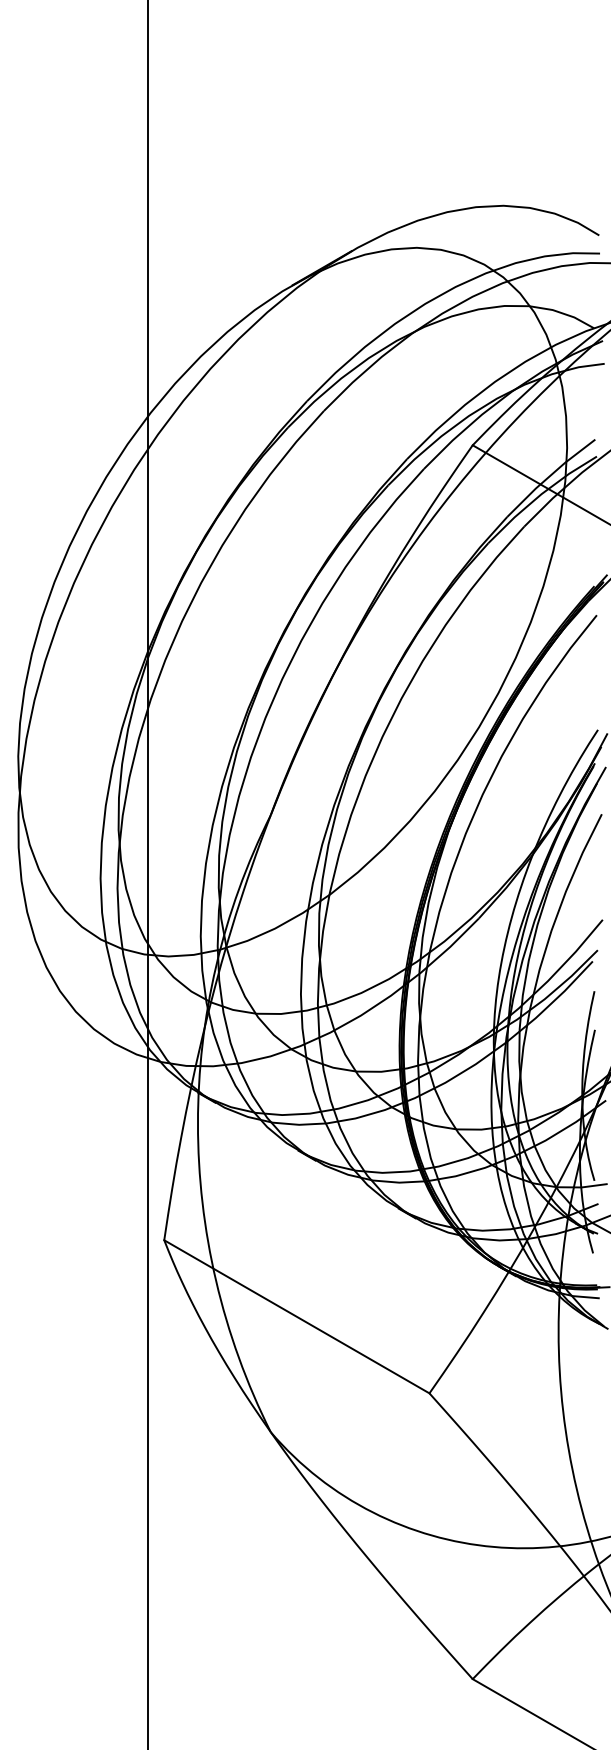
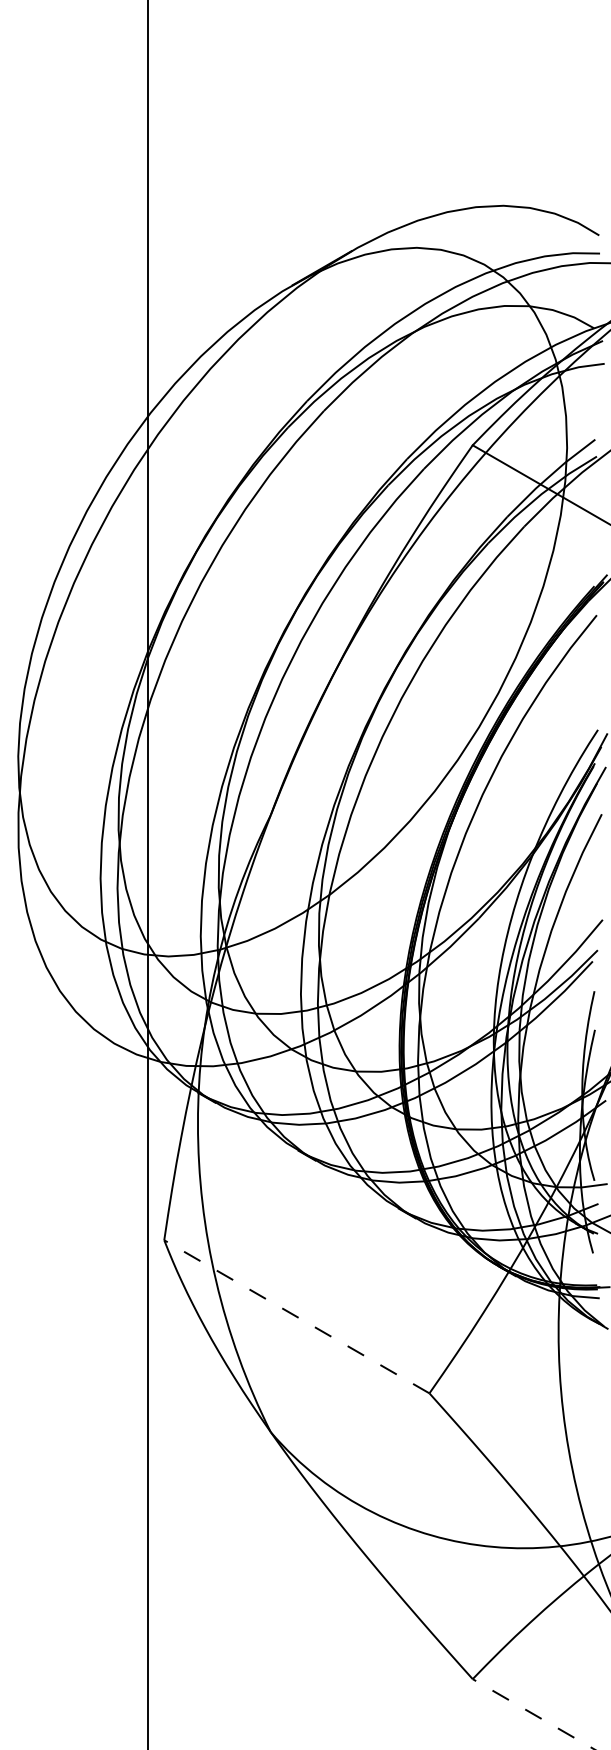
line at (296, 1316): solid -> dashed
line at (534, 1714): solid -> dashed
